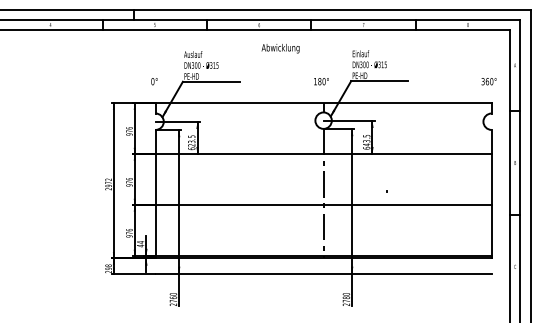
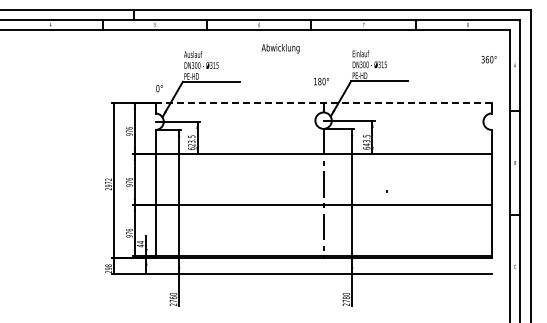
text at (154, 81) position: (154, 81) -> (159, 88)
text at (488, 81) position: (488, 81) -> (488, 59)
line at (323, 103): solid -> dashed
